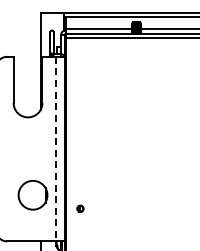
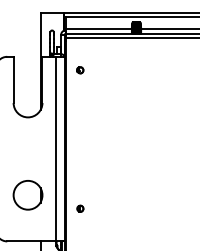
part at (80, 70): none -> present
line at (56, 149): dashed -> solid
part at (32, 195) position: (32, 195) -> (27, 195)
